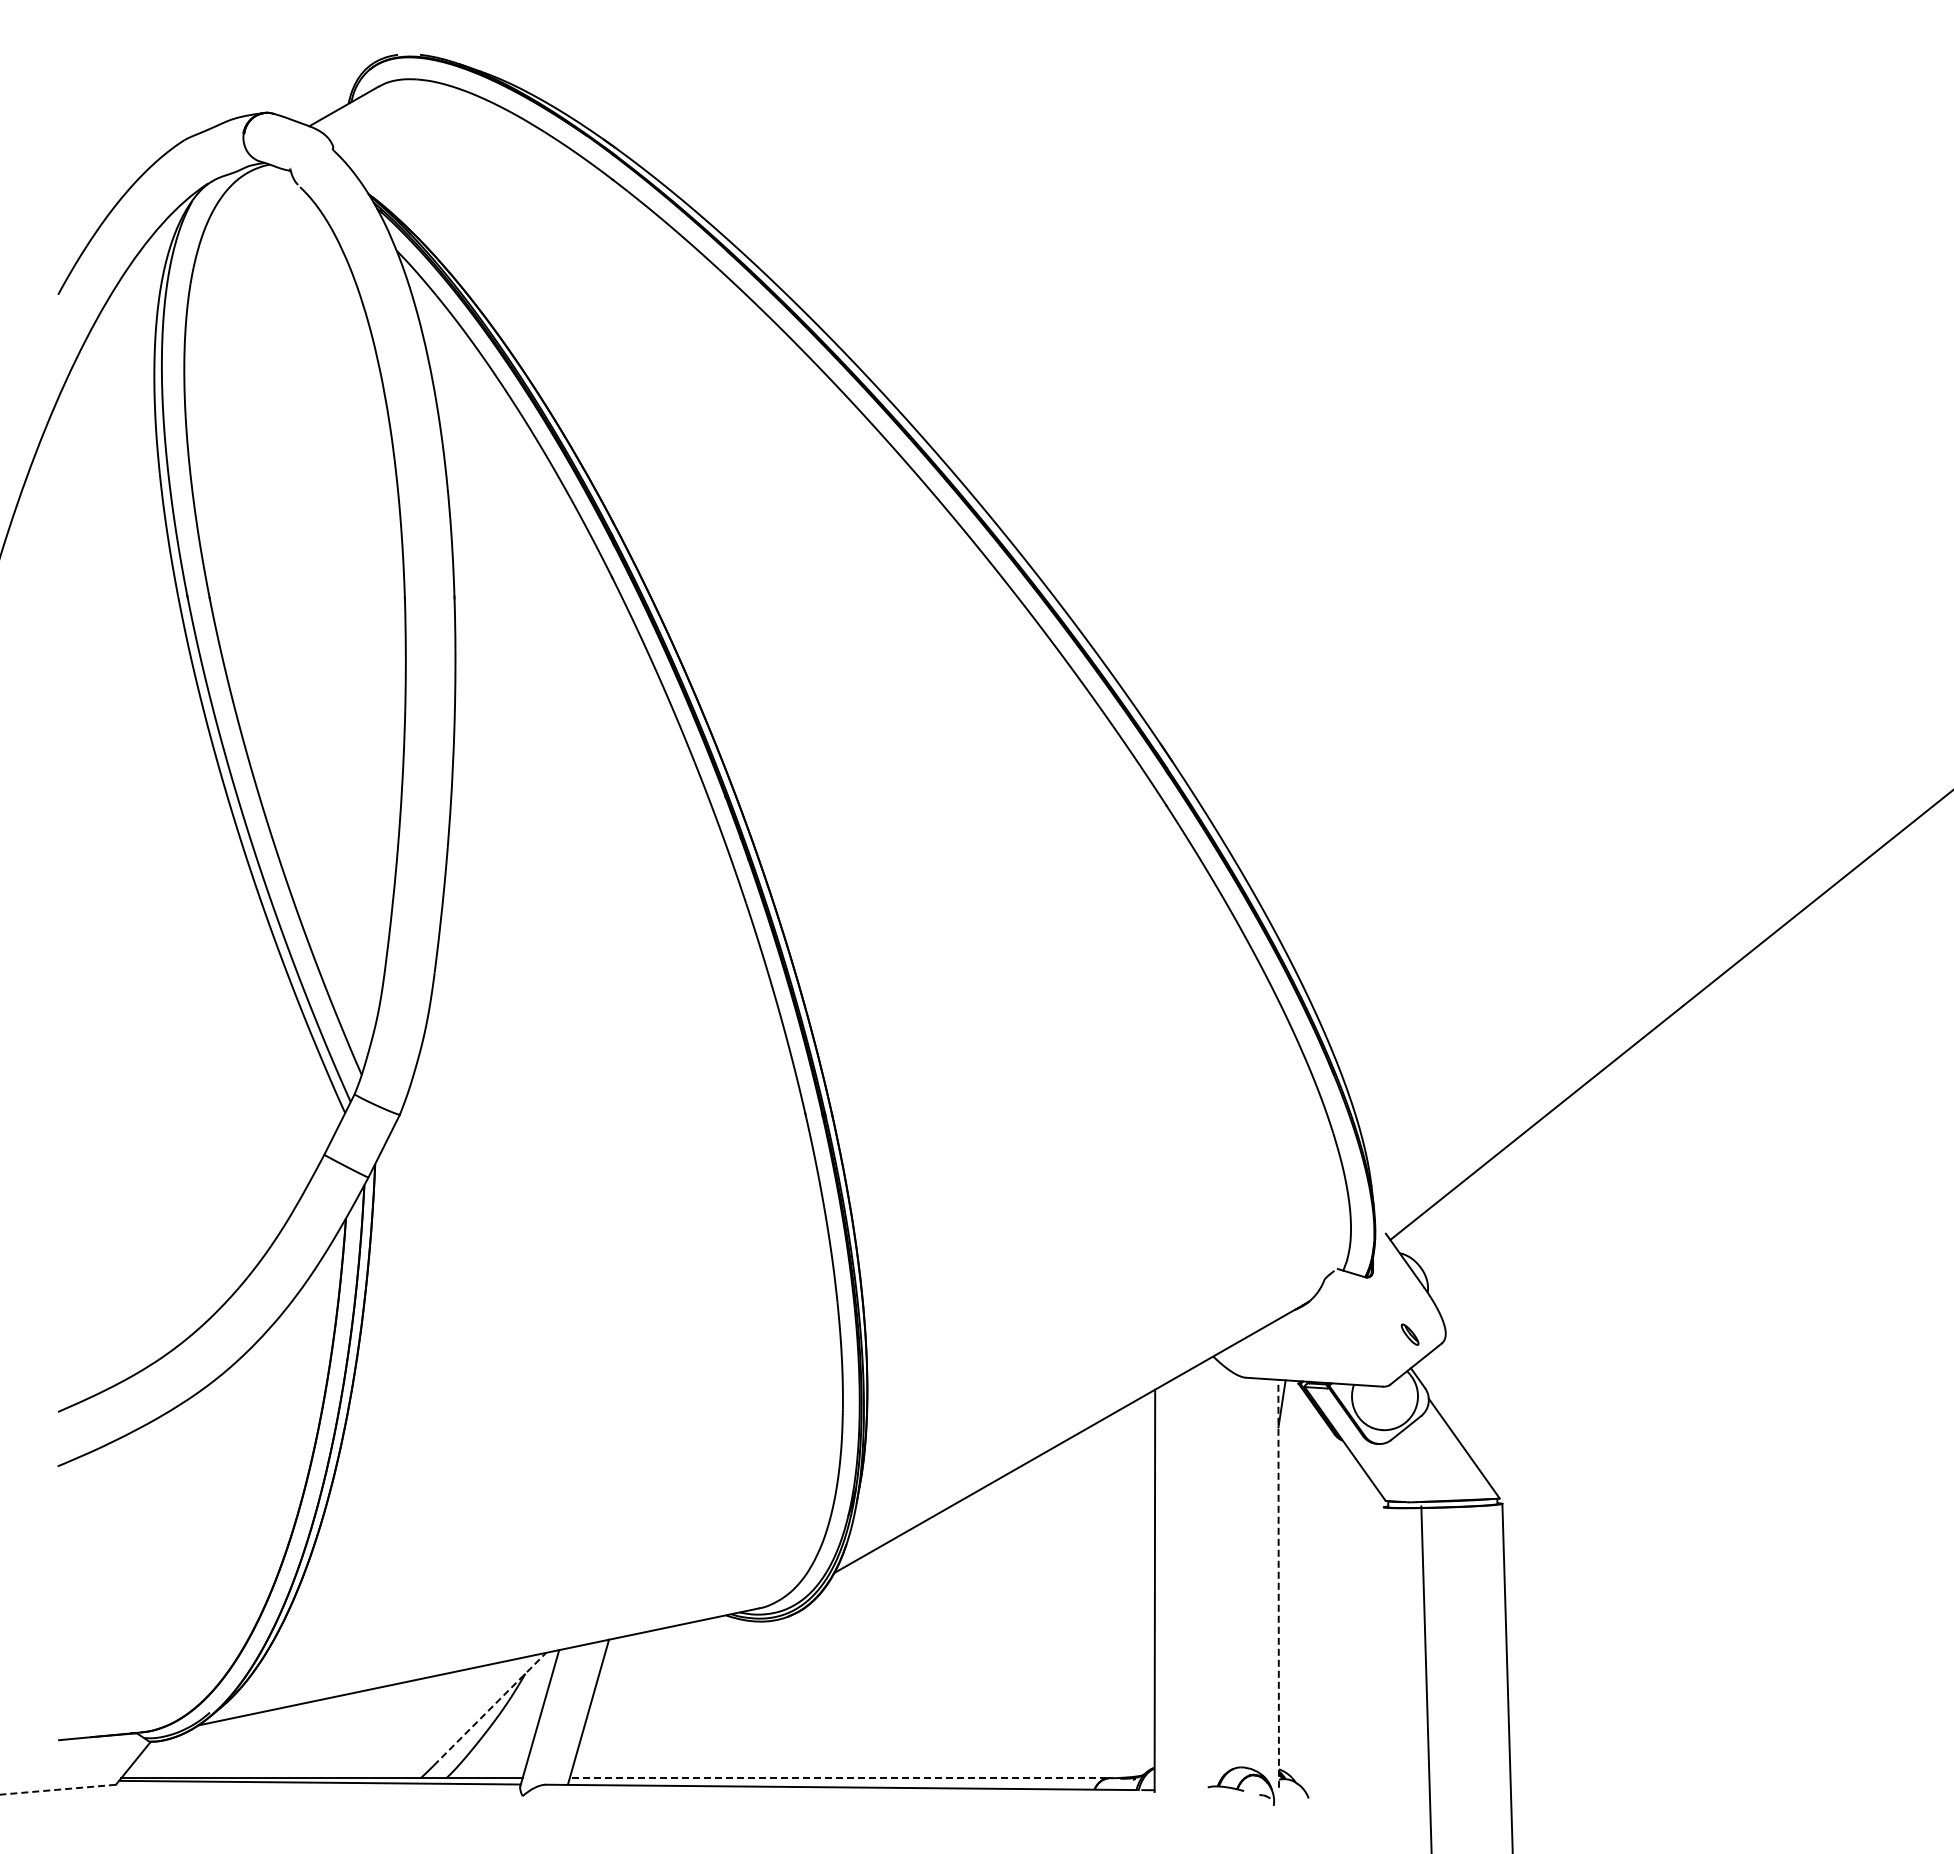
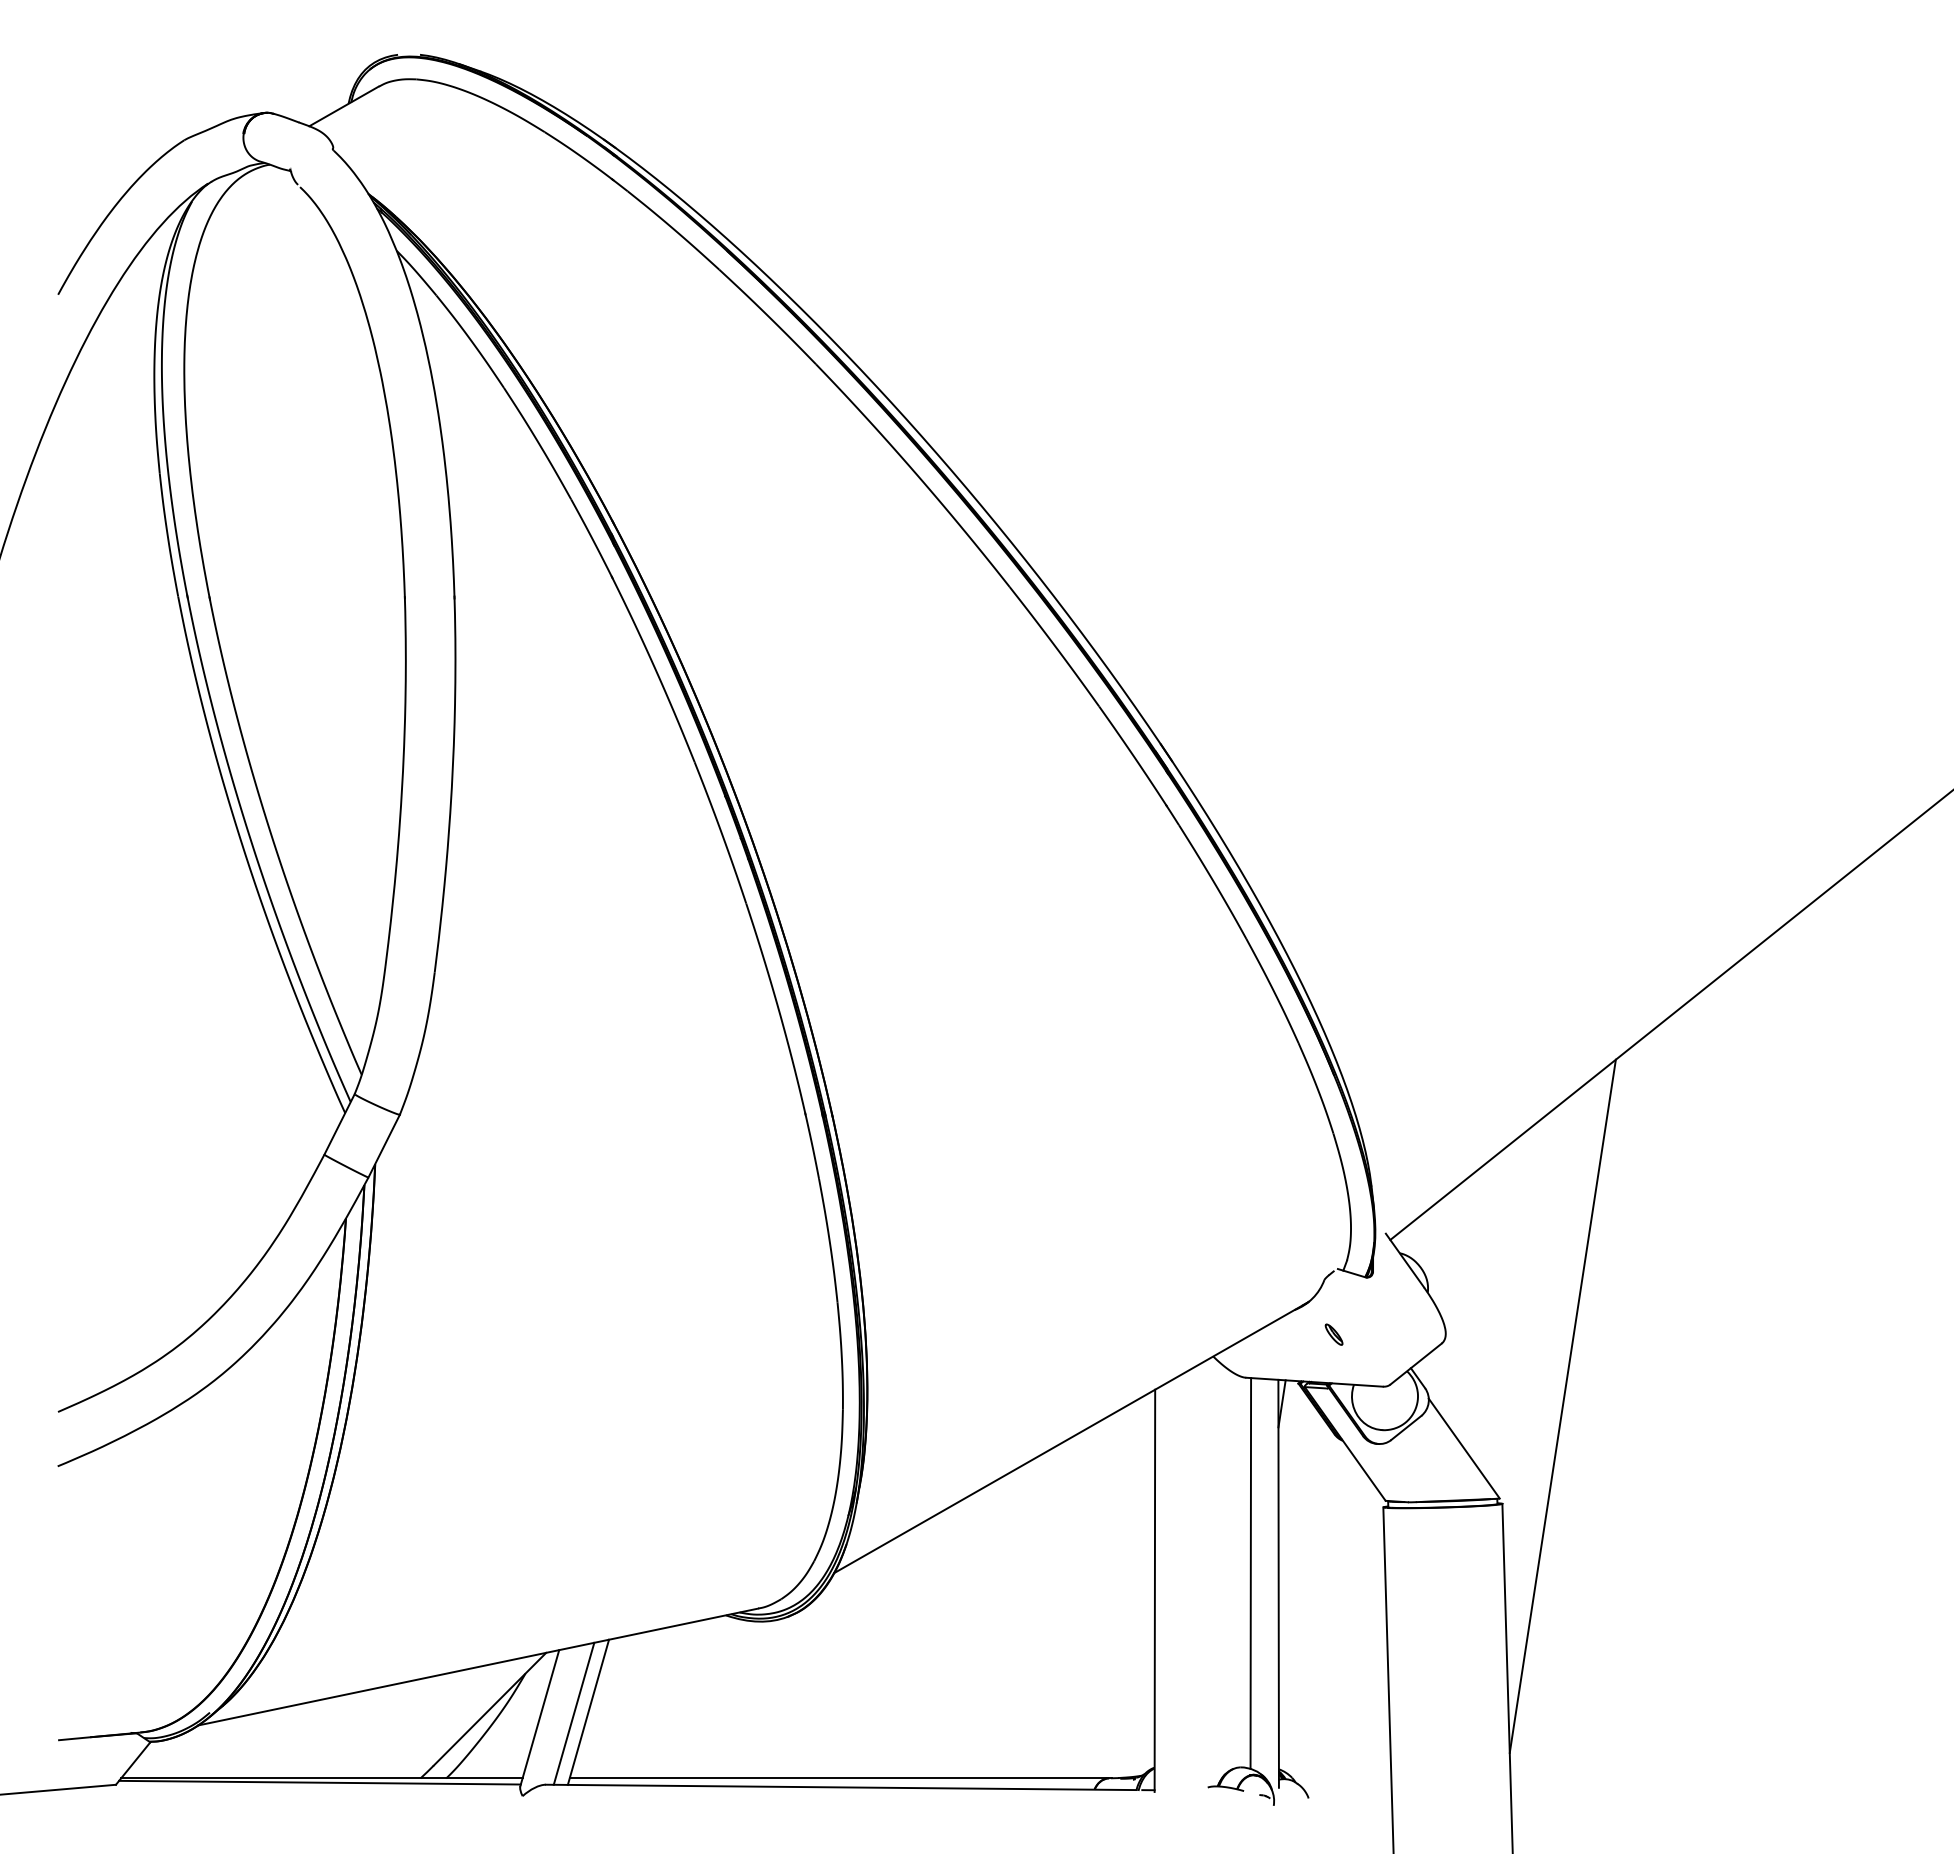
part at (1409, 1334) position: (1409, 1334) -> (1333, 1334)
line at (1562, 1405): none -> present
line at (1250, 1573): none -> present
line at (1278, 1583): dashed -> solid
line at (1426, 1678) position: (1426, 1678) -> (1388, 1678)
line at (489, 1709): dashed -> solid
line at (573, 1713): none -> present
line at (838, 1778): dashed -> solid
line at (58, 1789): dashed -> solid
